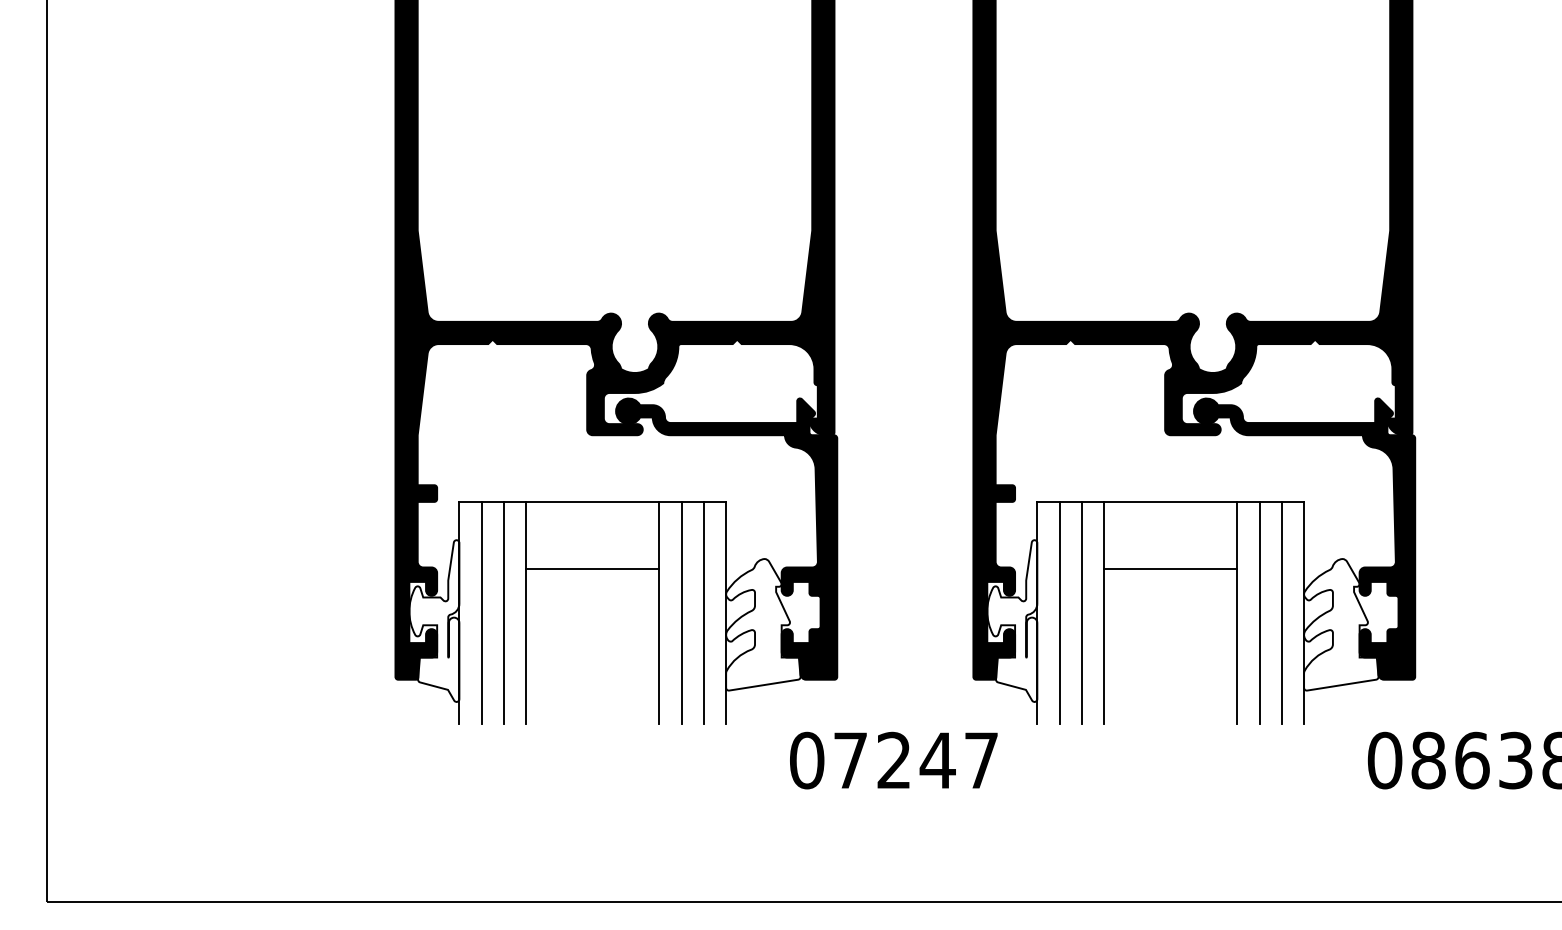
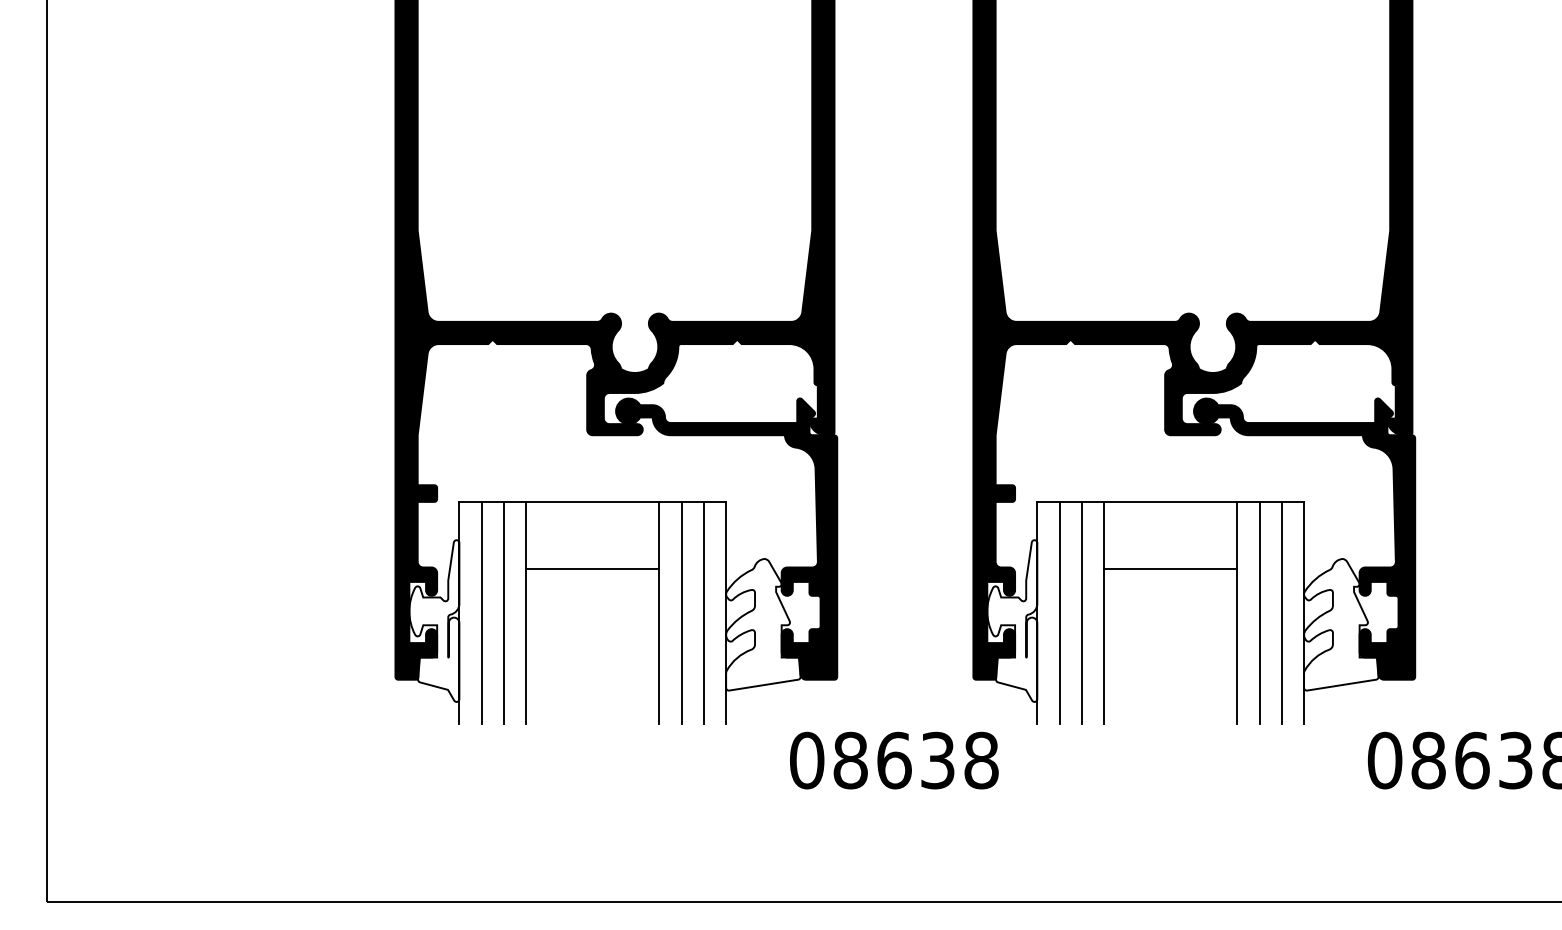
text at (915, 760): 07247 -> 08638
